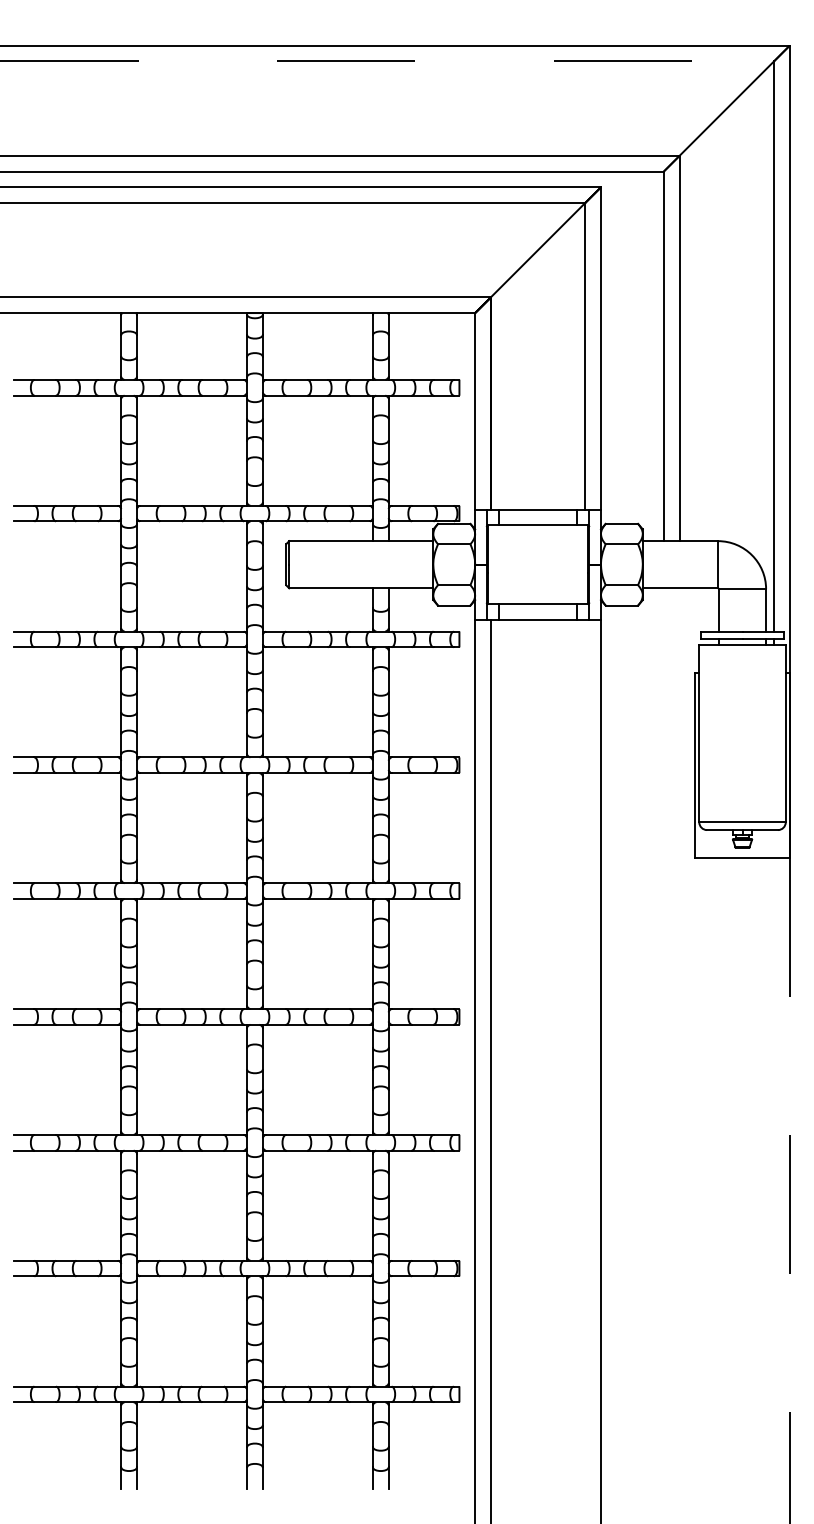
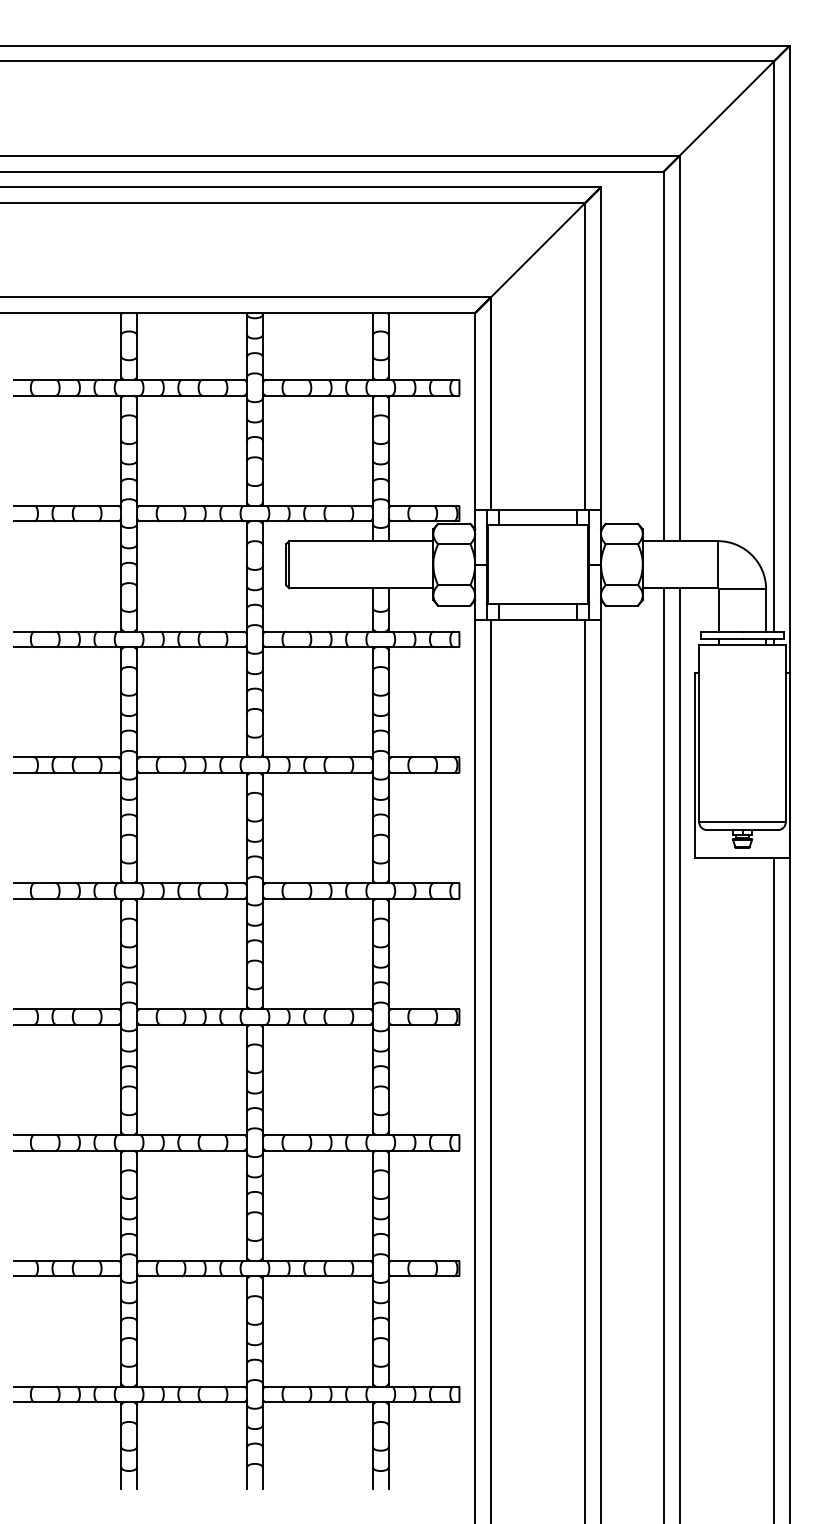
line at (387, 61): dashed -> solid
line at (663, 1054): none -> present
line at (679, 1054): none -> present
line at (585, 1069): none -> present
line at (773, 1189): none -> present
line at (789, 1191): dashed -> solid
